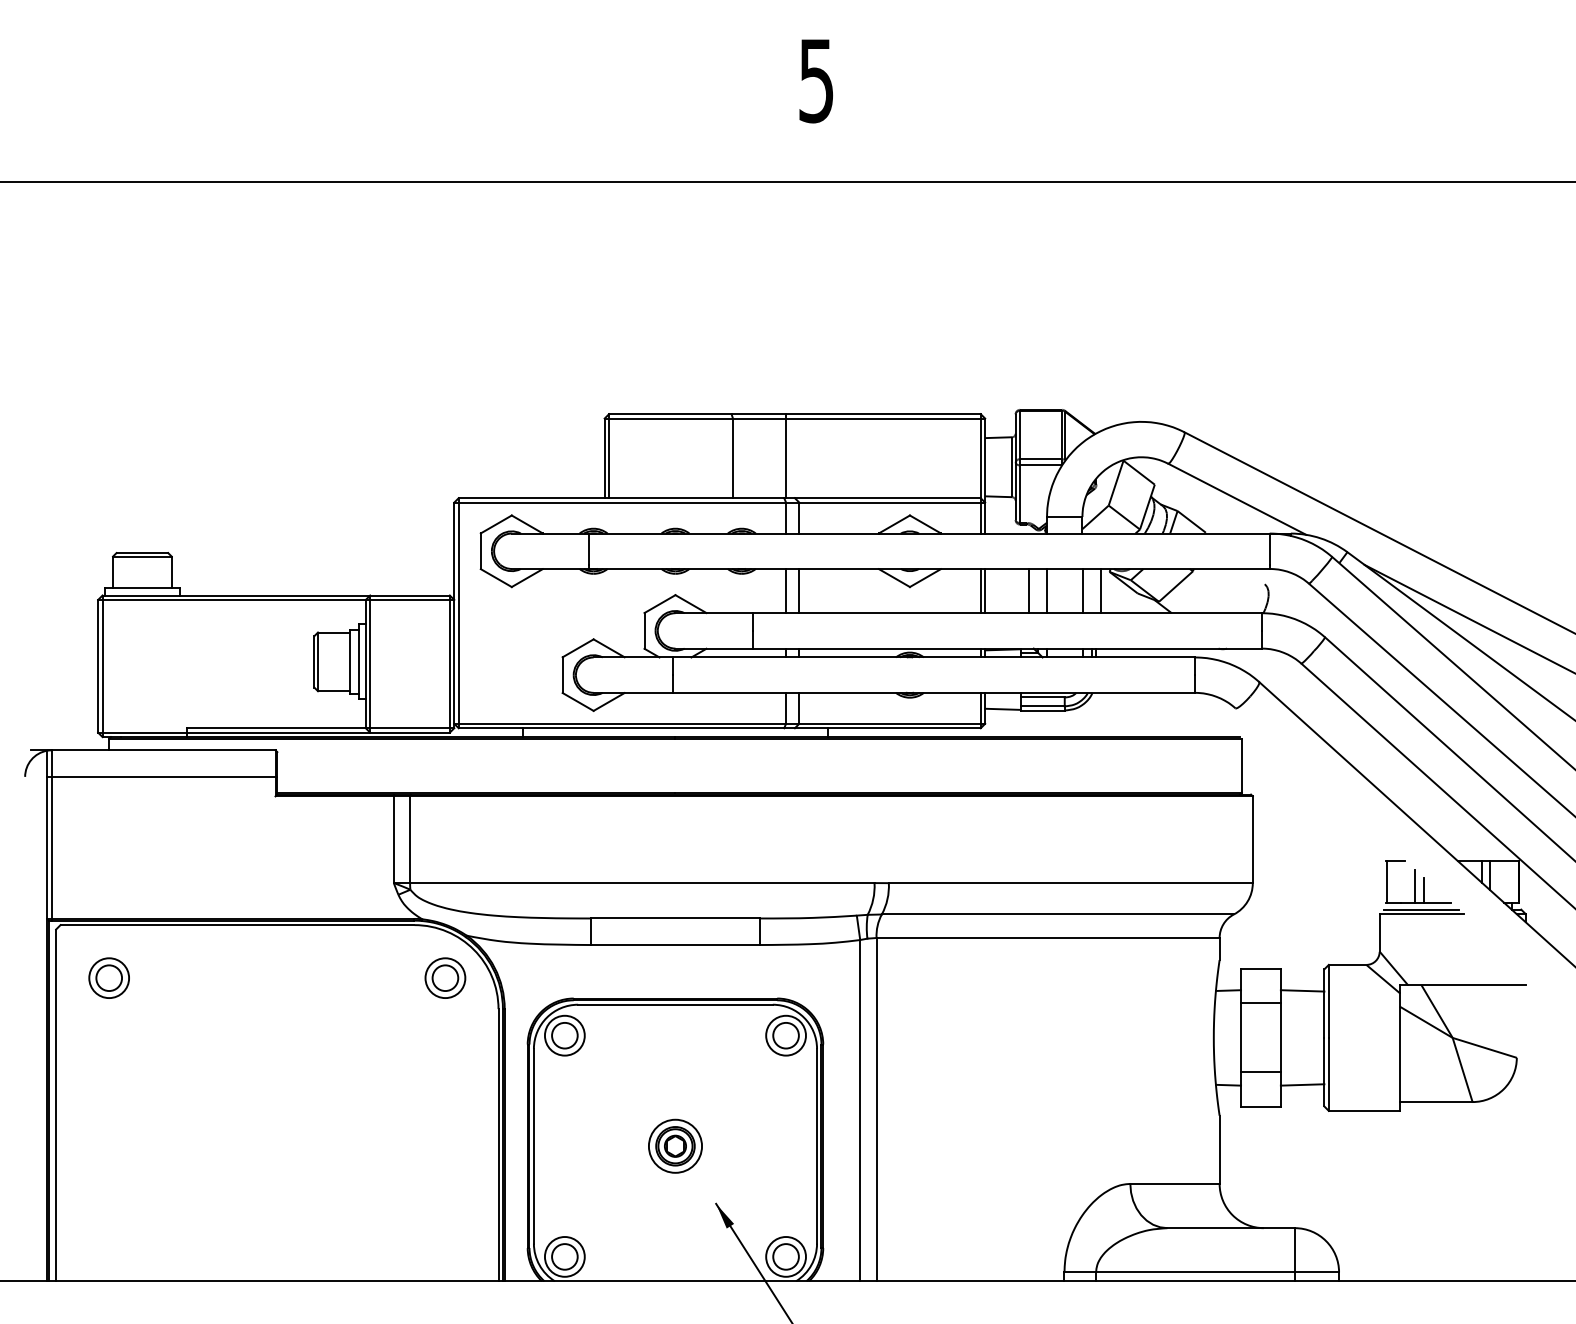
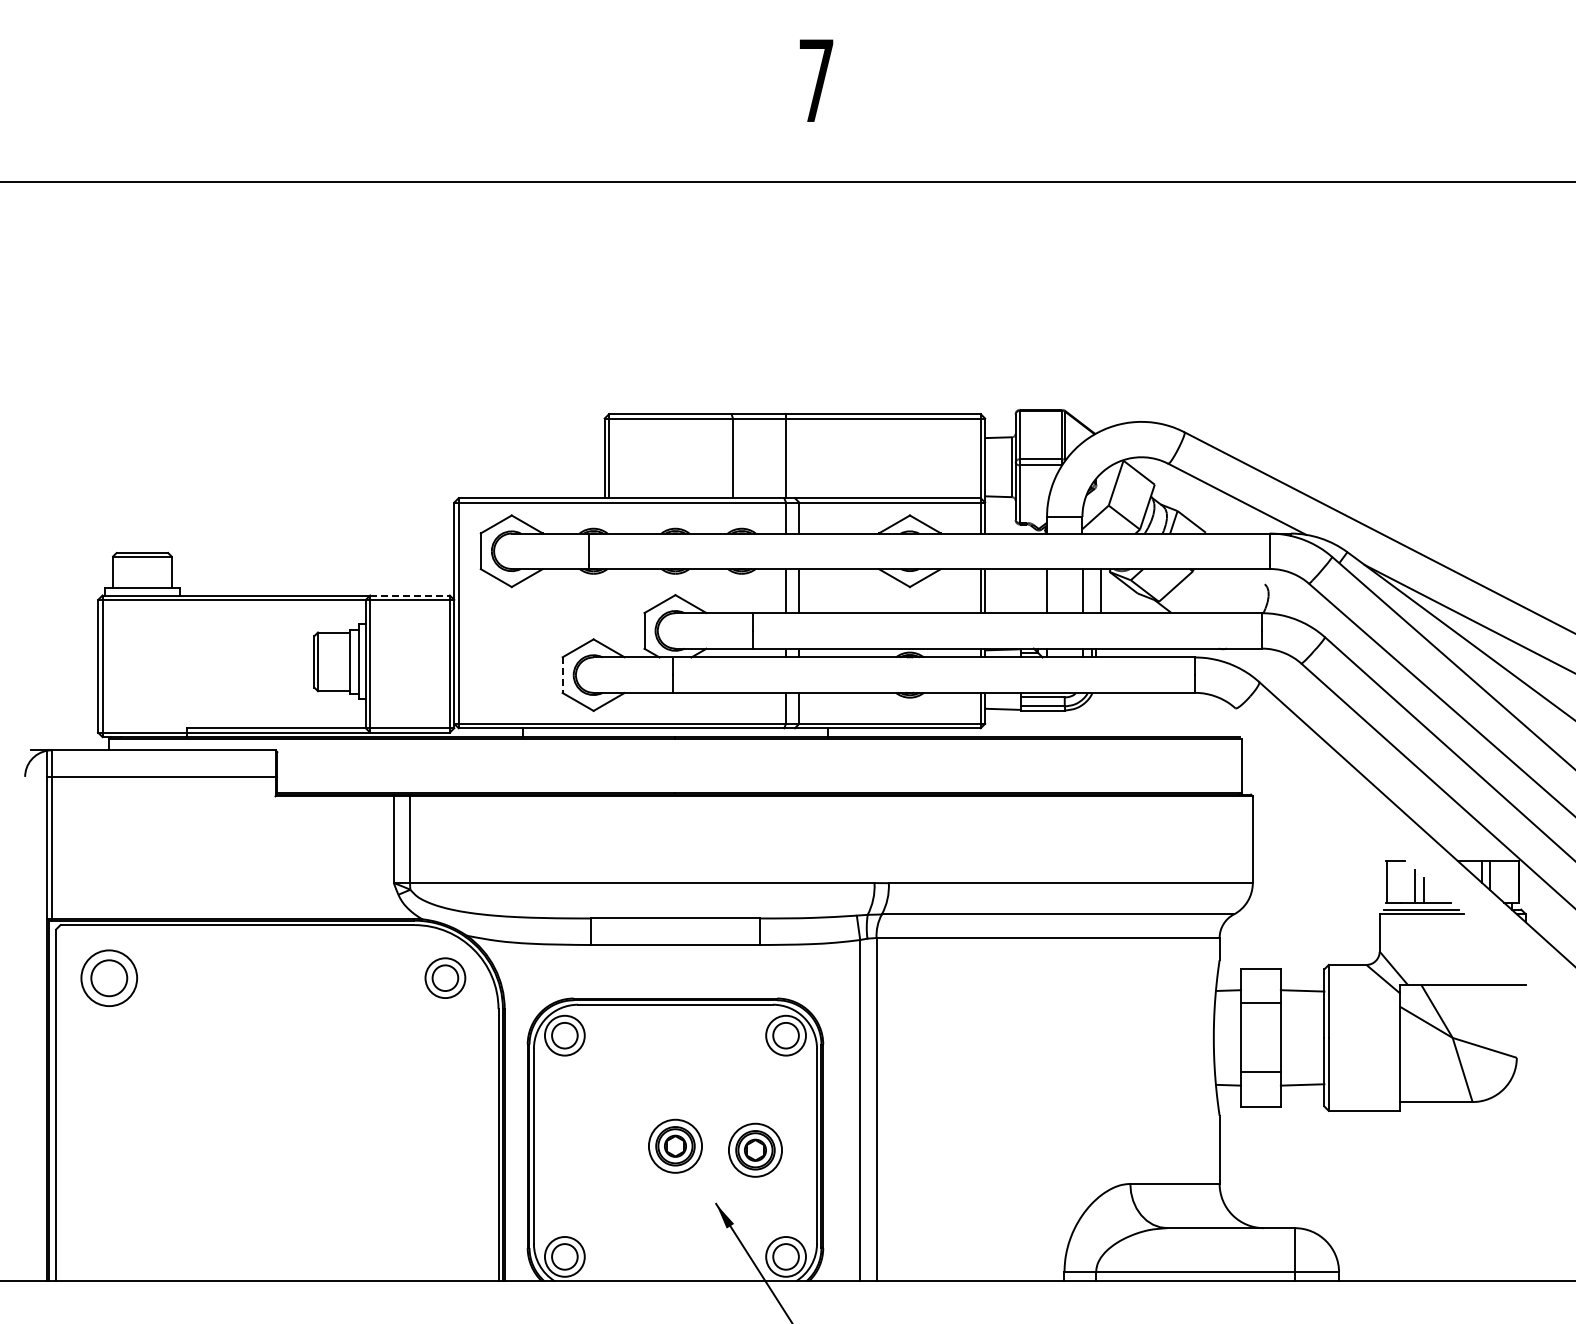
text at (816, 81): 5 -> 7
line at (1028, 590): present -> none
line at (410, 595): solid -> dashed
line at (562, 675): solid -> dashed
part at (108, 977) size: 42x42 px -> 58x58 px
part at (755, 1149): none -> present
